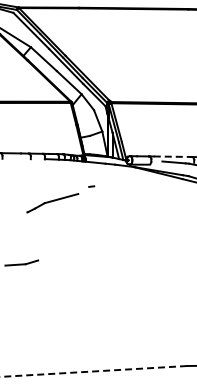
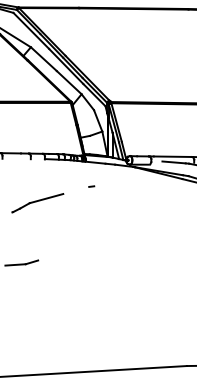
line at (172, 156): dashed -> solid
part at (52, 203) position: (52, 203) -> (37, 203)
line at (93, 371): dashed -> solid
